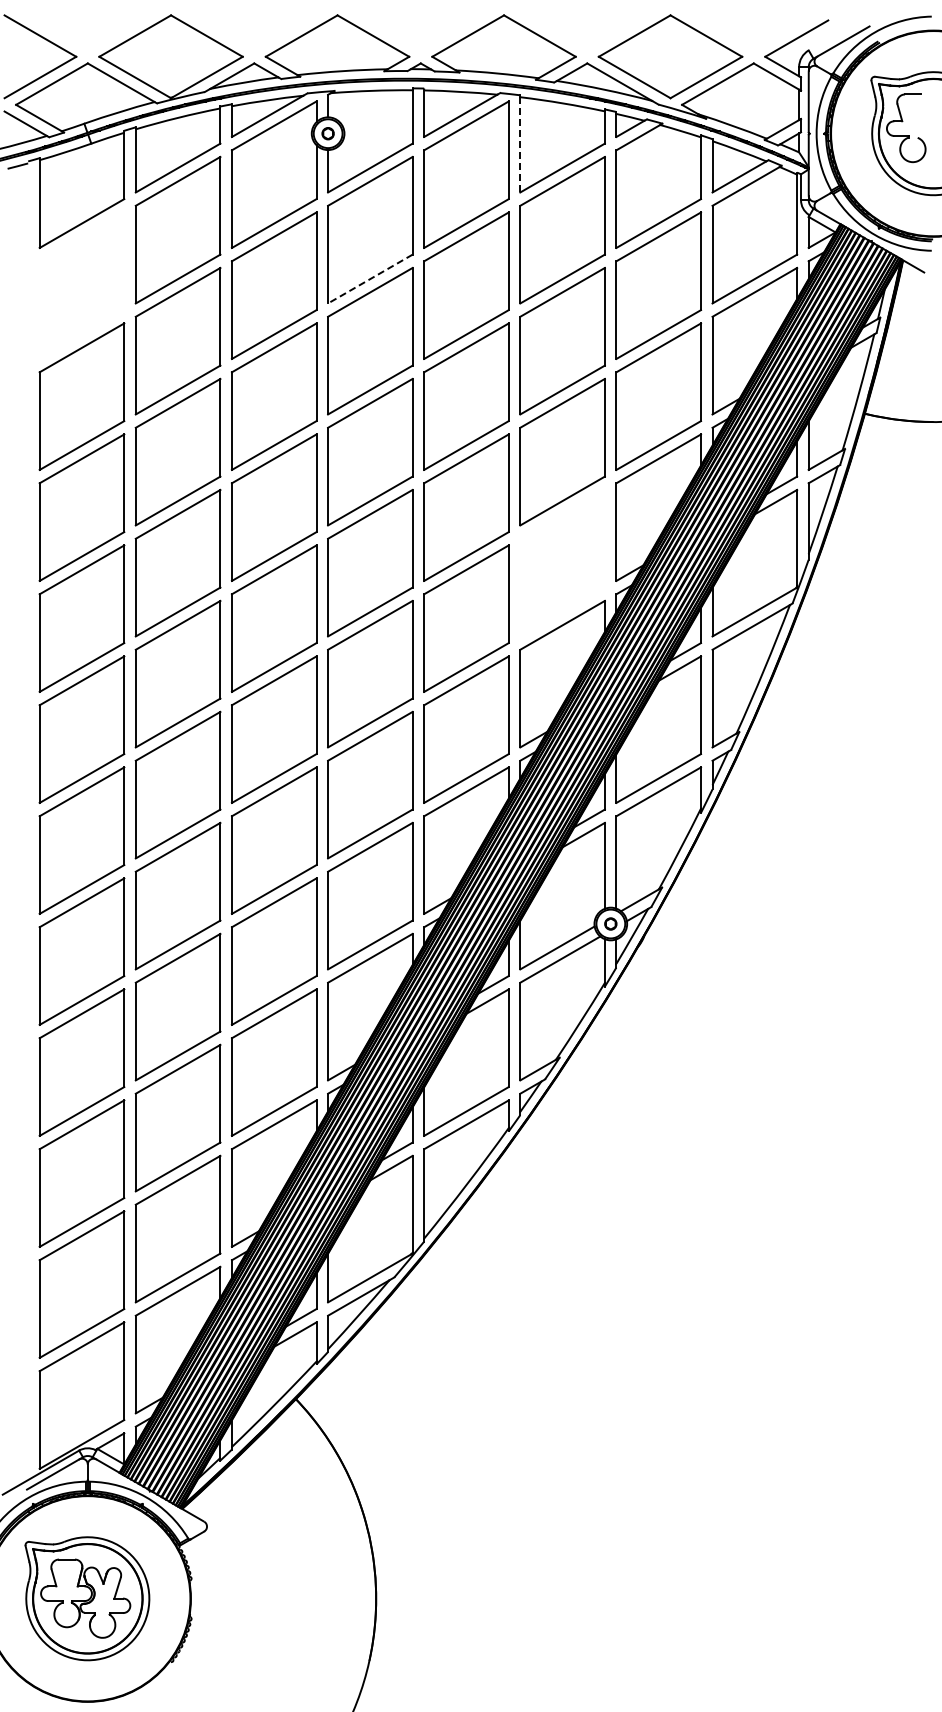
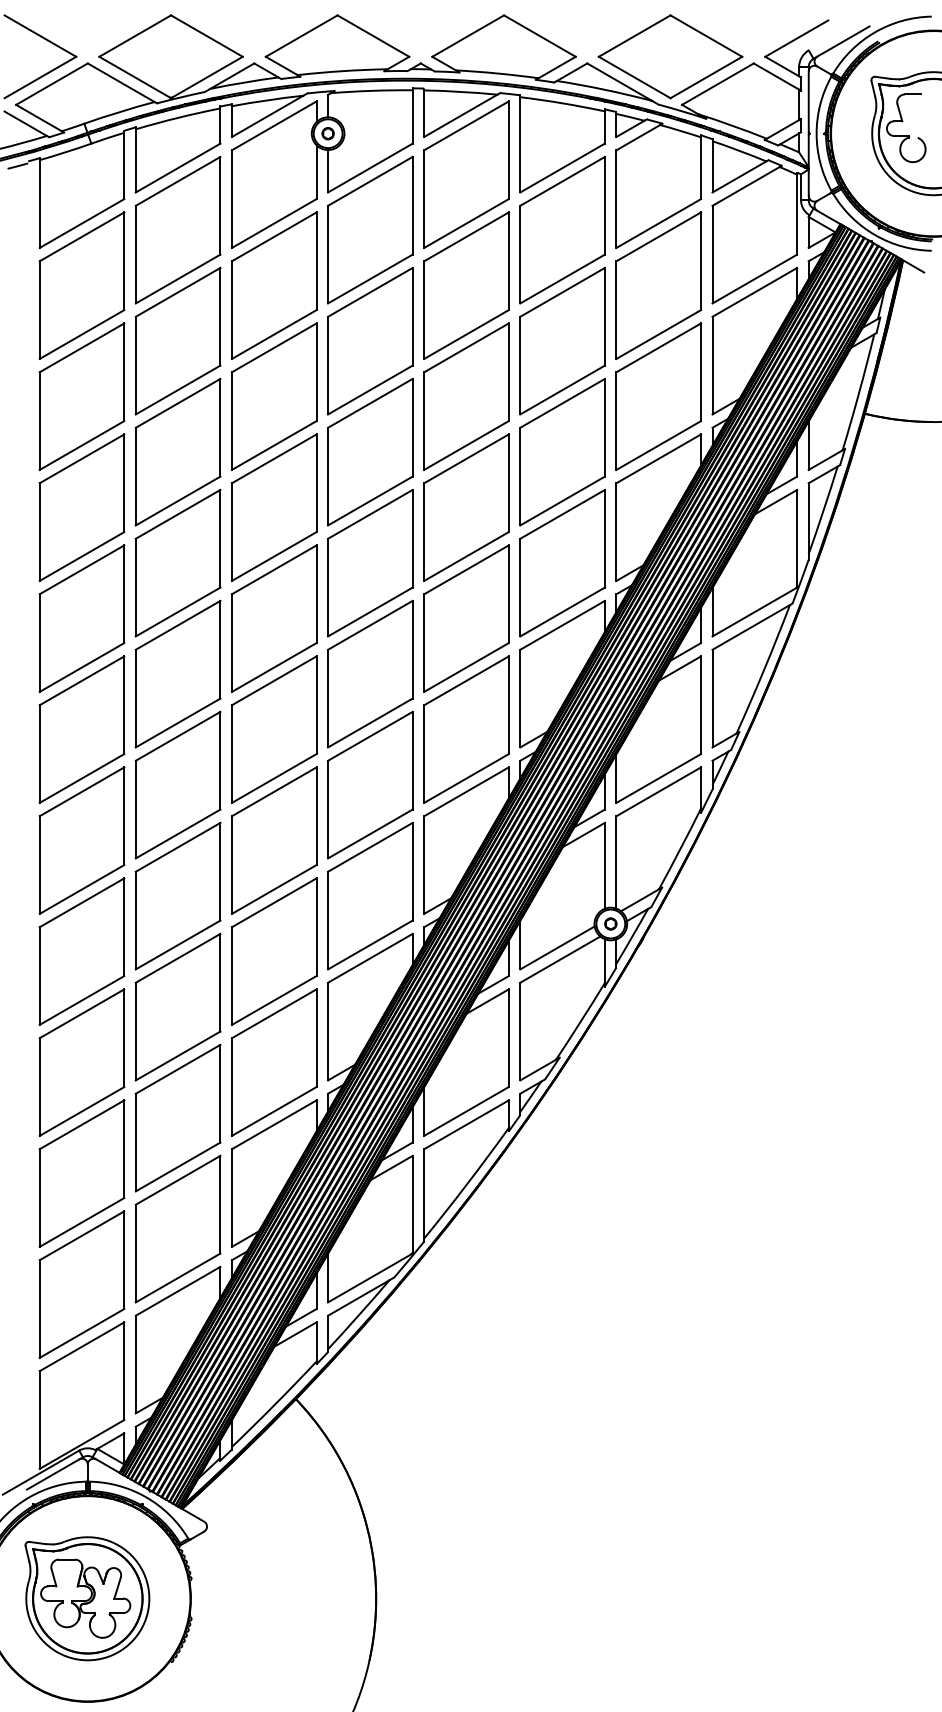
line at (520, 144): dashed -> solid
line at (370, 279): dashed -> solid
part at (81, 285): none -> present
part at (562, 563): none -> present
